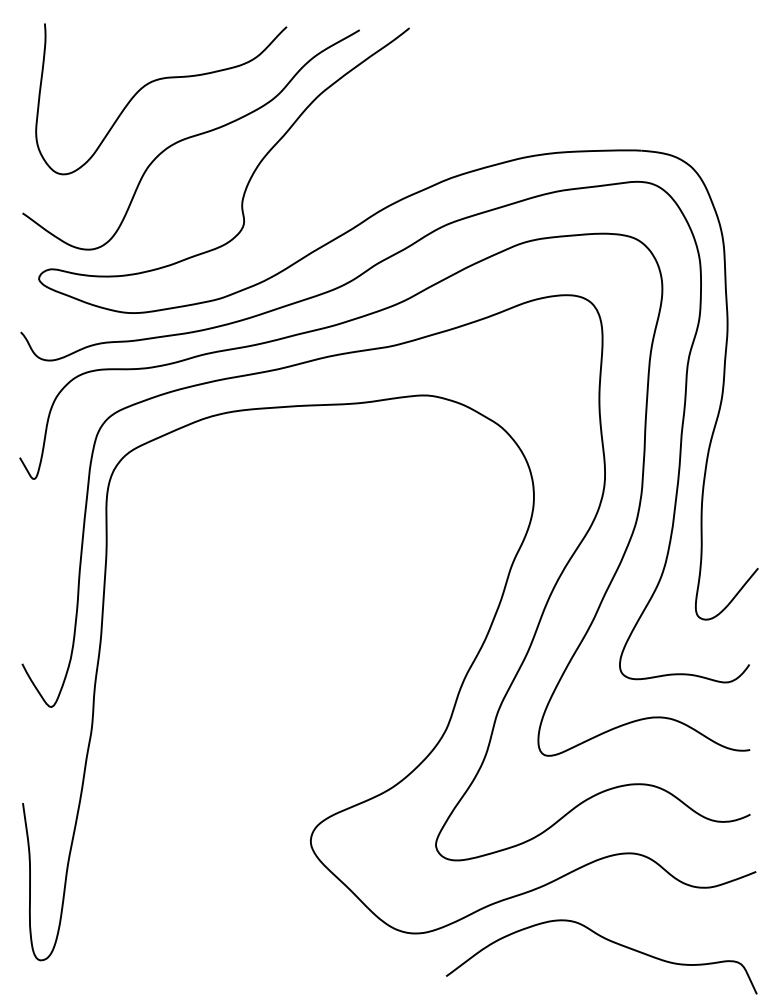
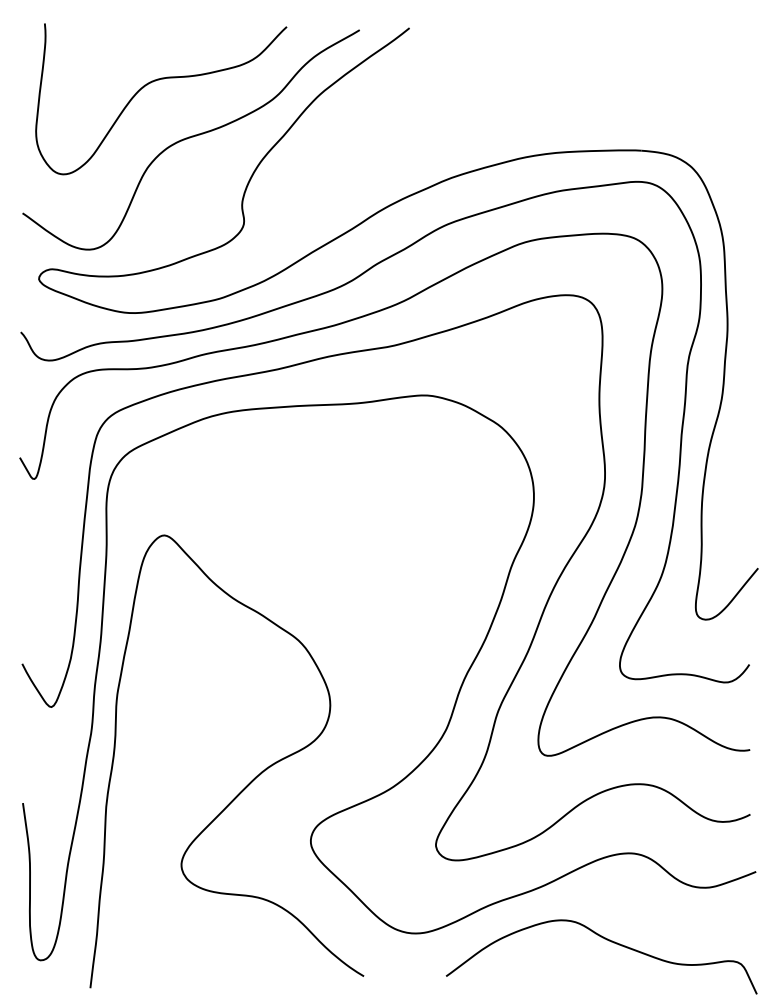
curve at (248, 783): none -> present
